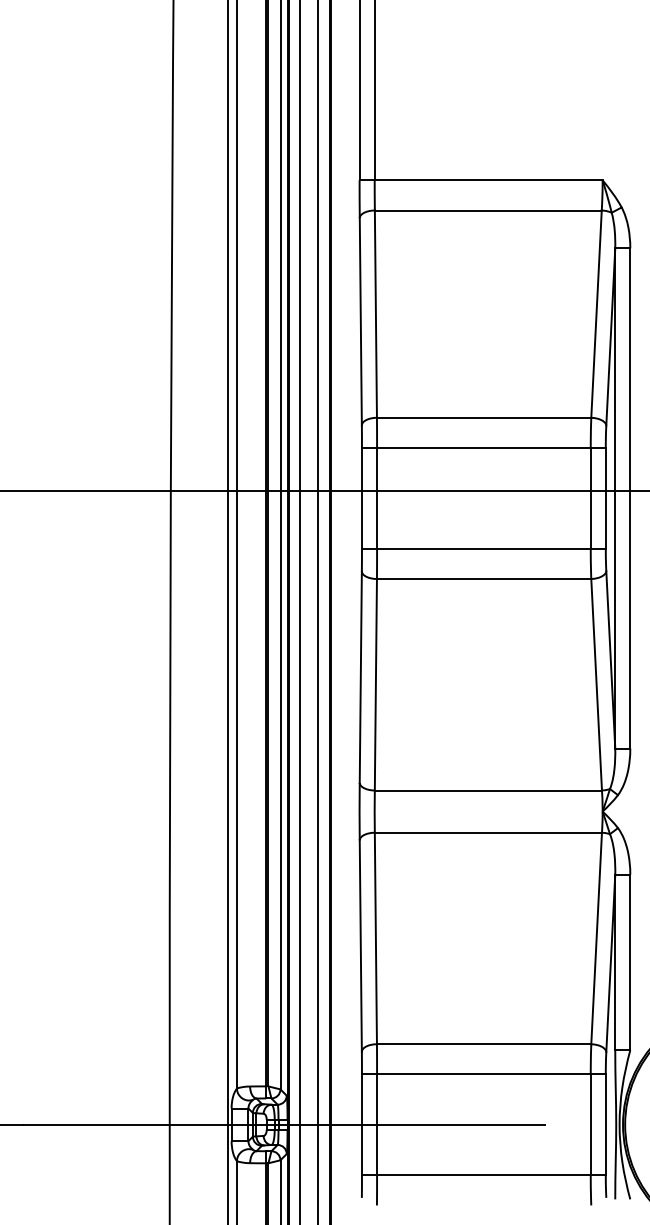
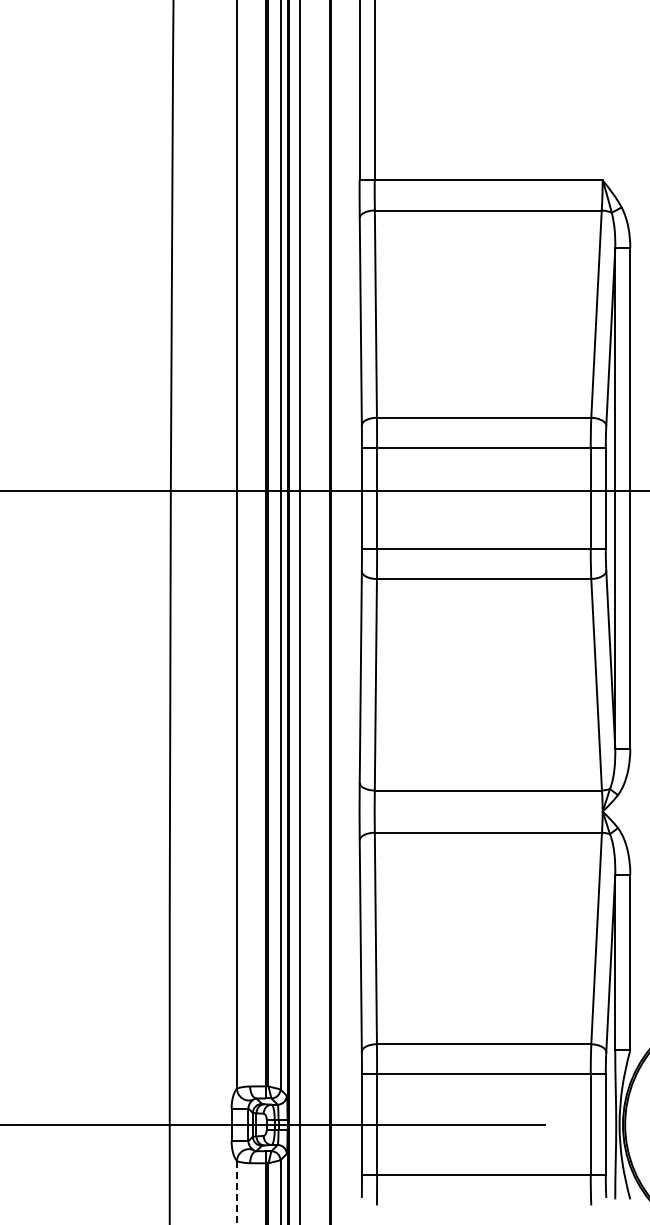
line at (228, 611): present -> none
line at (317, 611): present -> none
line at (236, 1193): solid -> dashed
